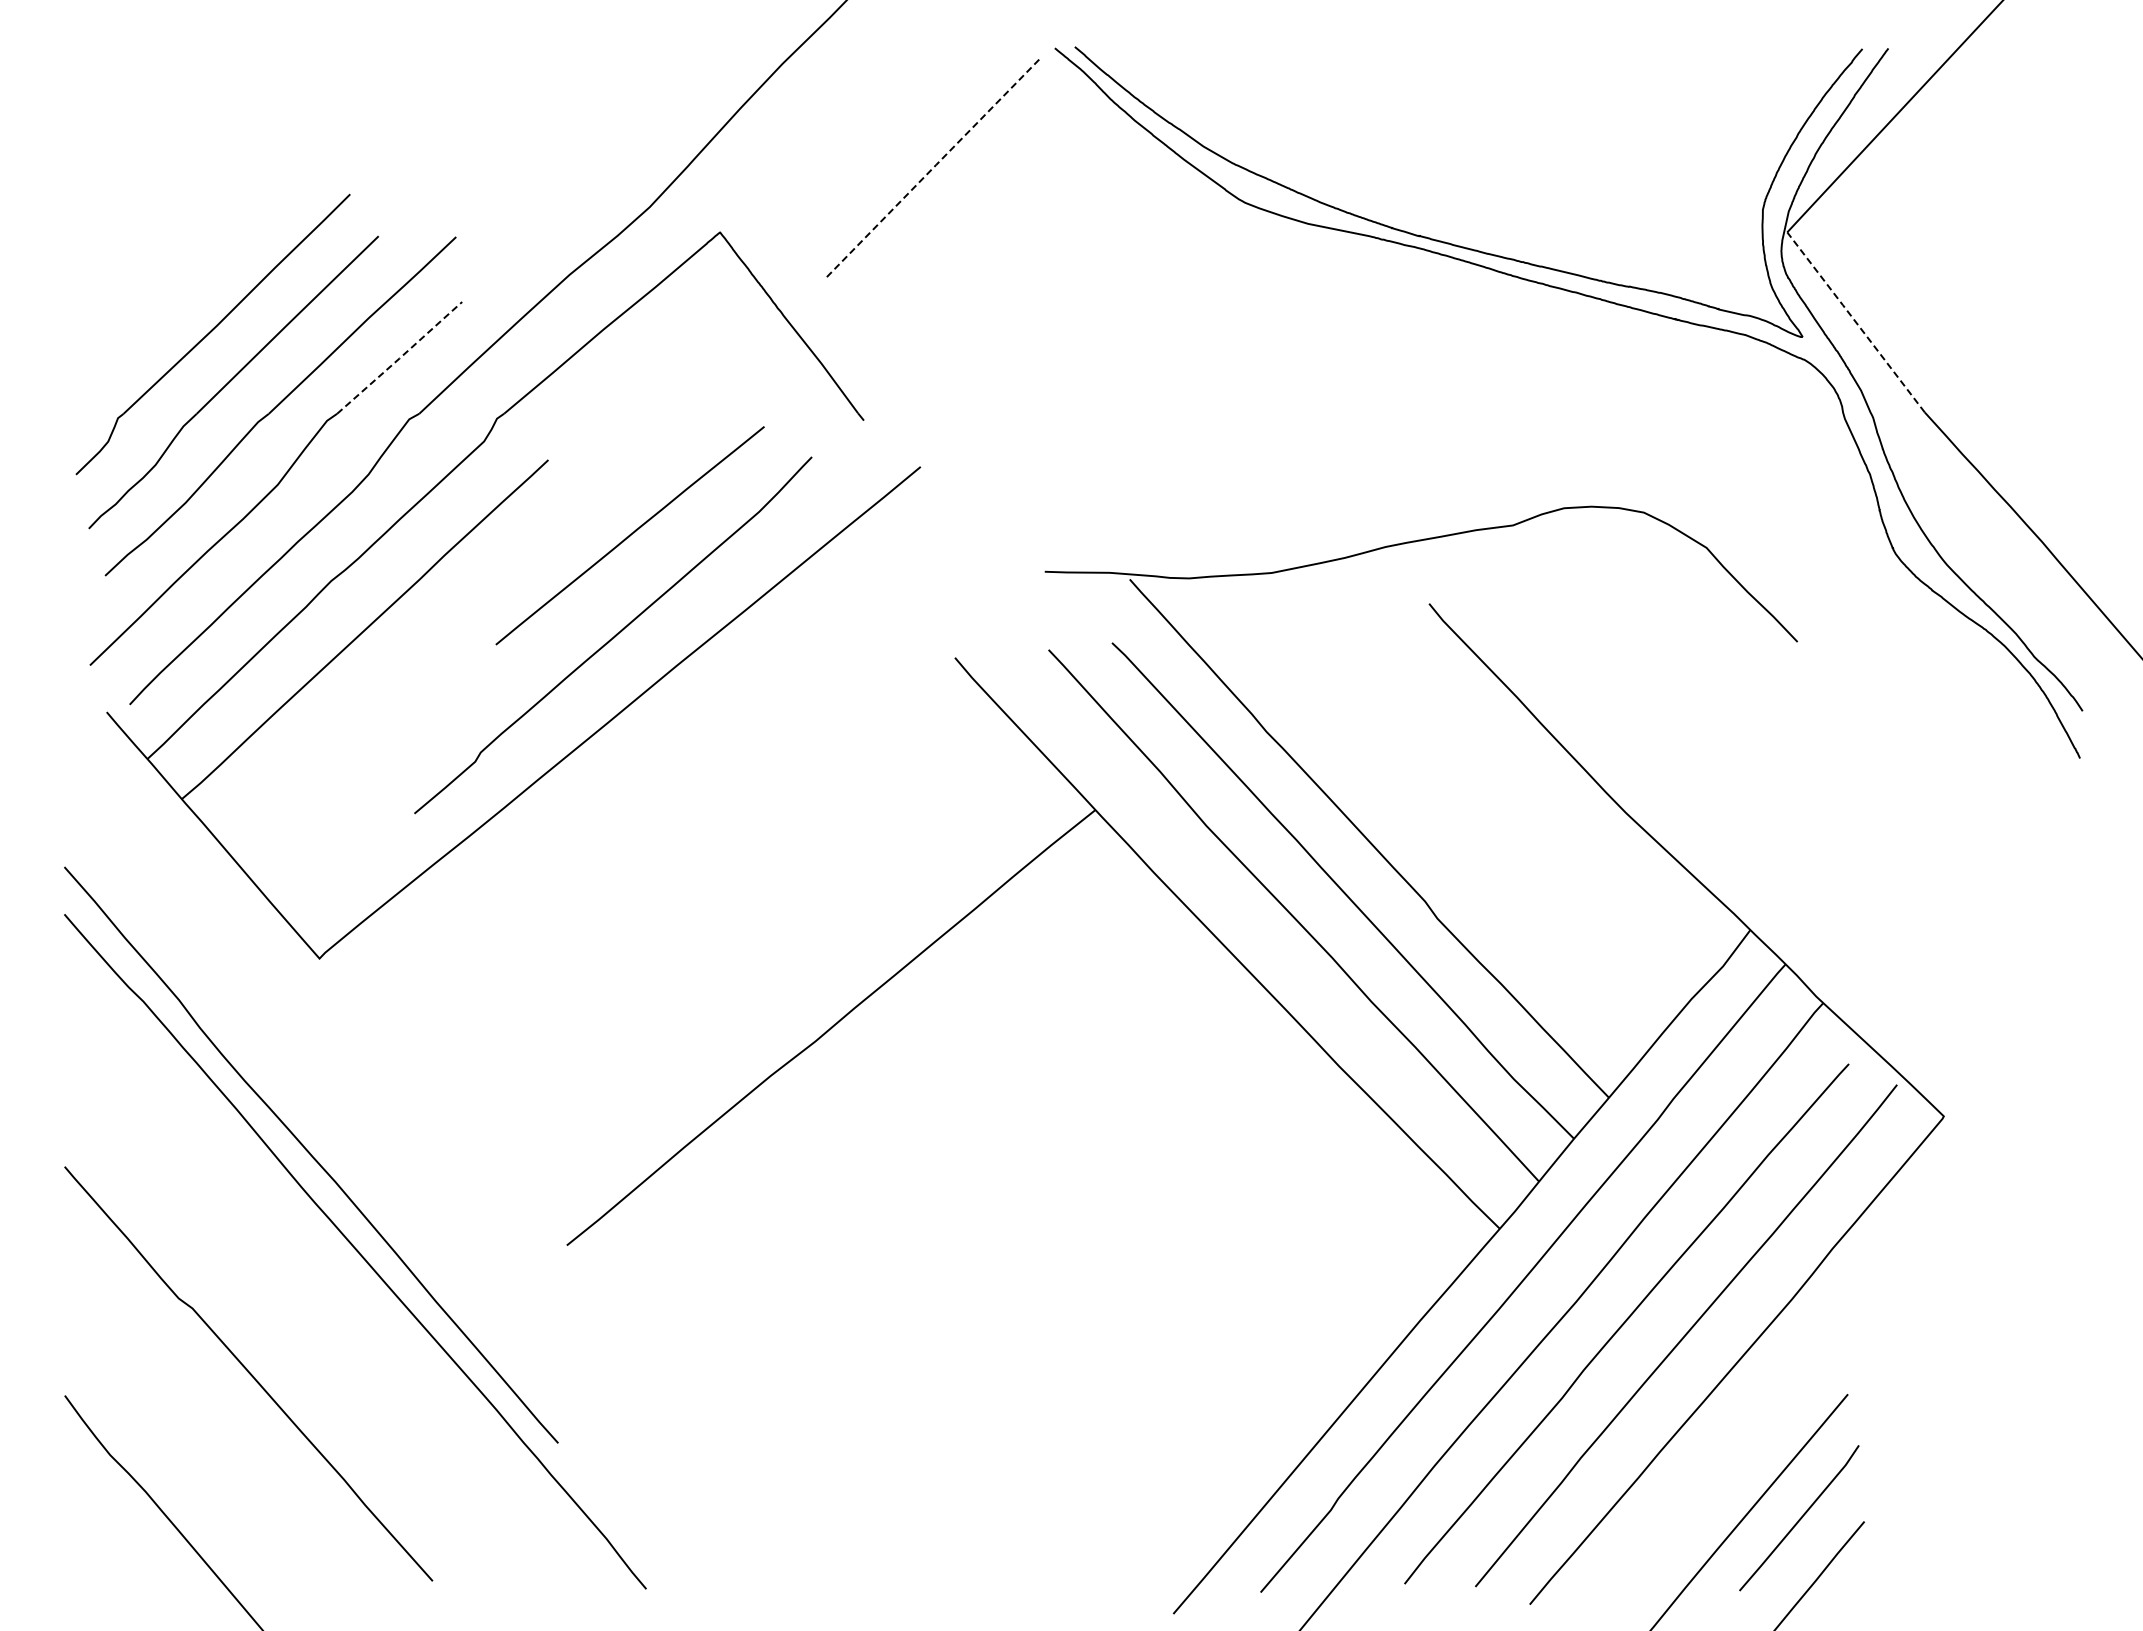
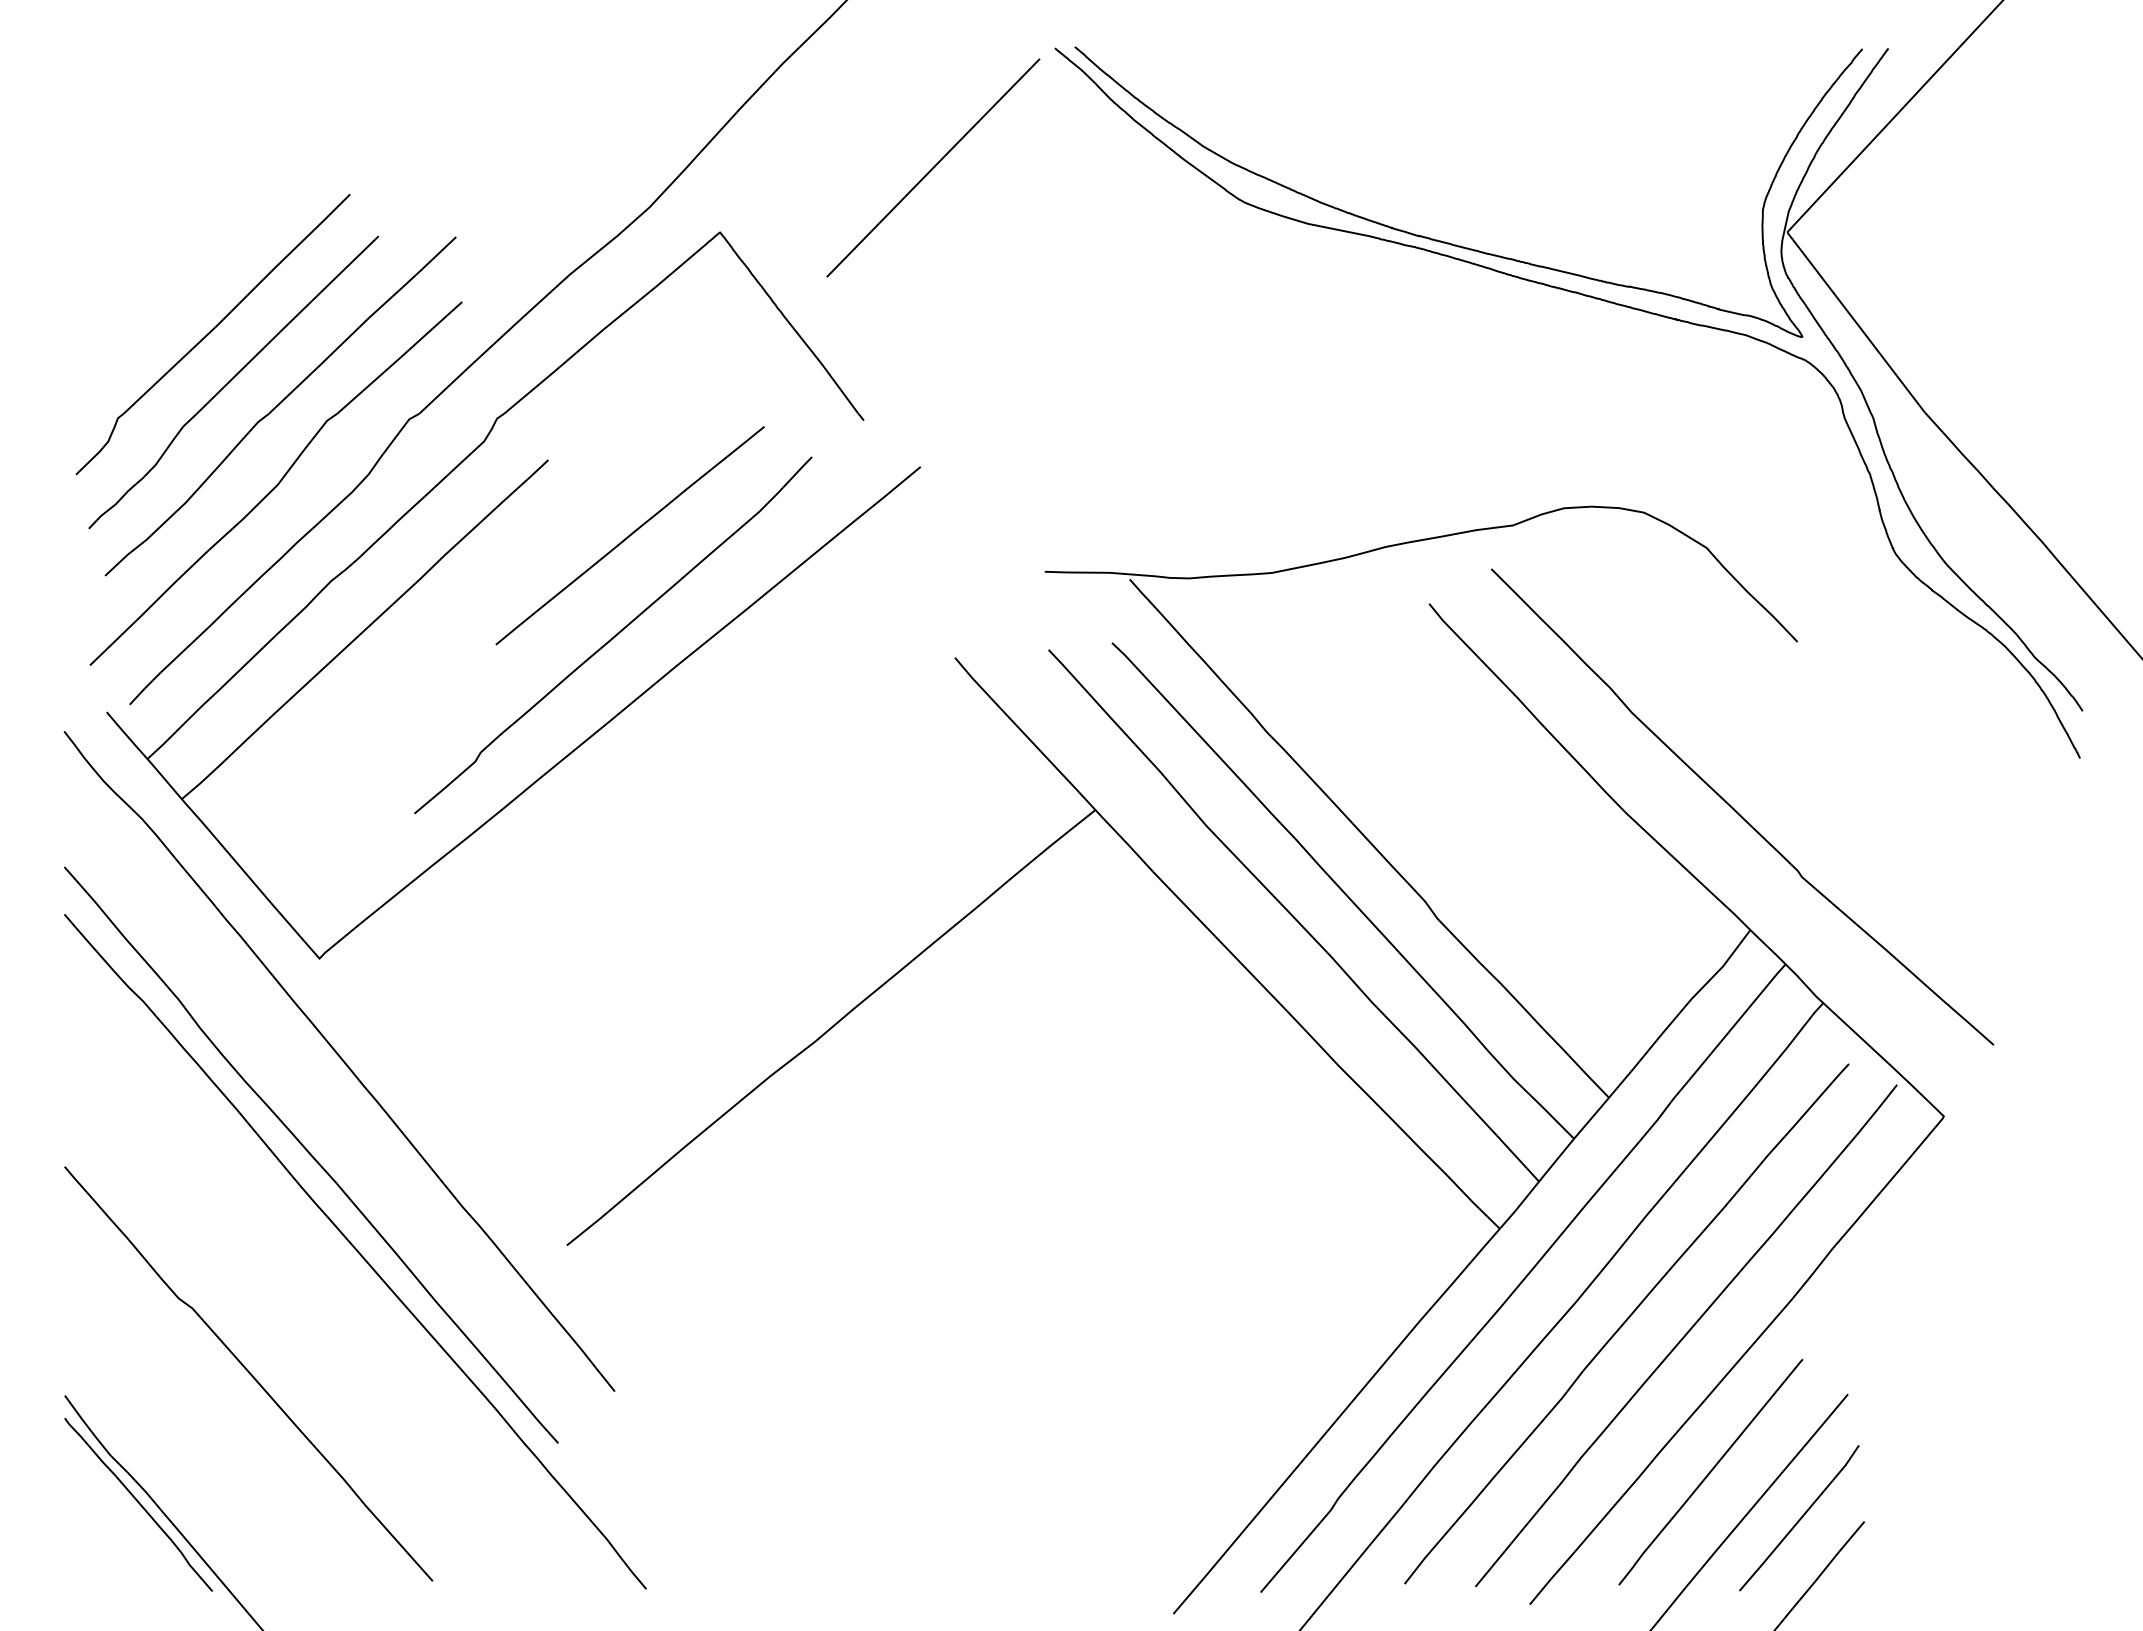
line at (934, 167): dashed -> solid
line at (1855, 321): dashed -> solid
line at (400, 357): dashed -> solid
curve at (1737, 811): none -> present
curve at (340, 1059): none -> present
curve at (1710, 1471): none -> present
curve at (138, 1503): none -> present
